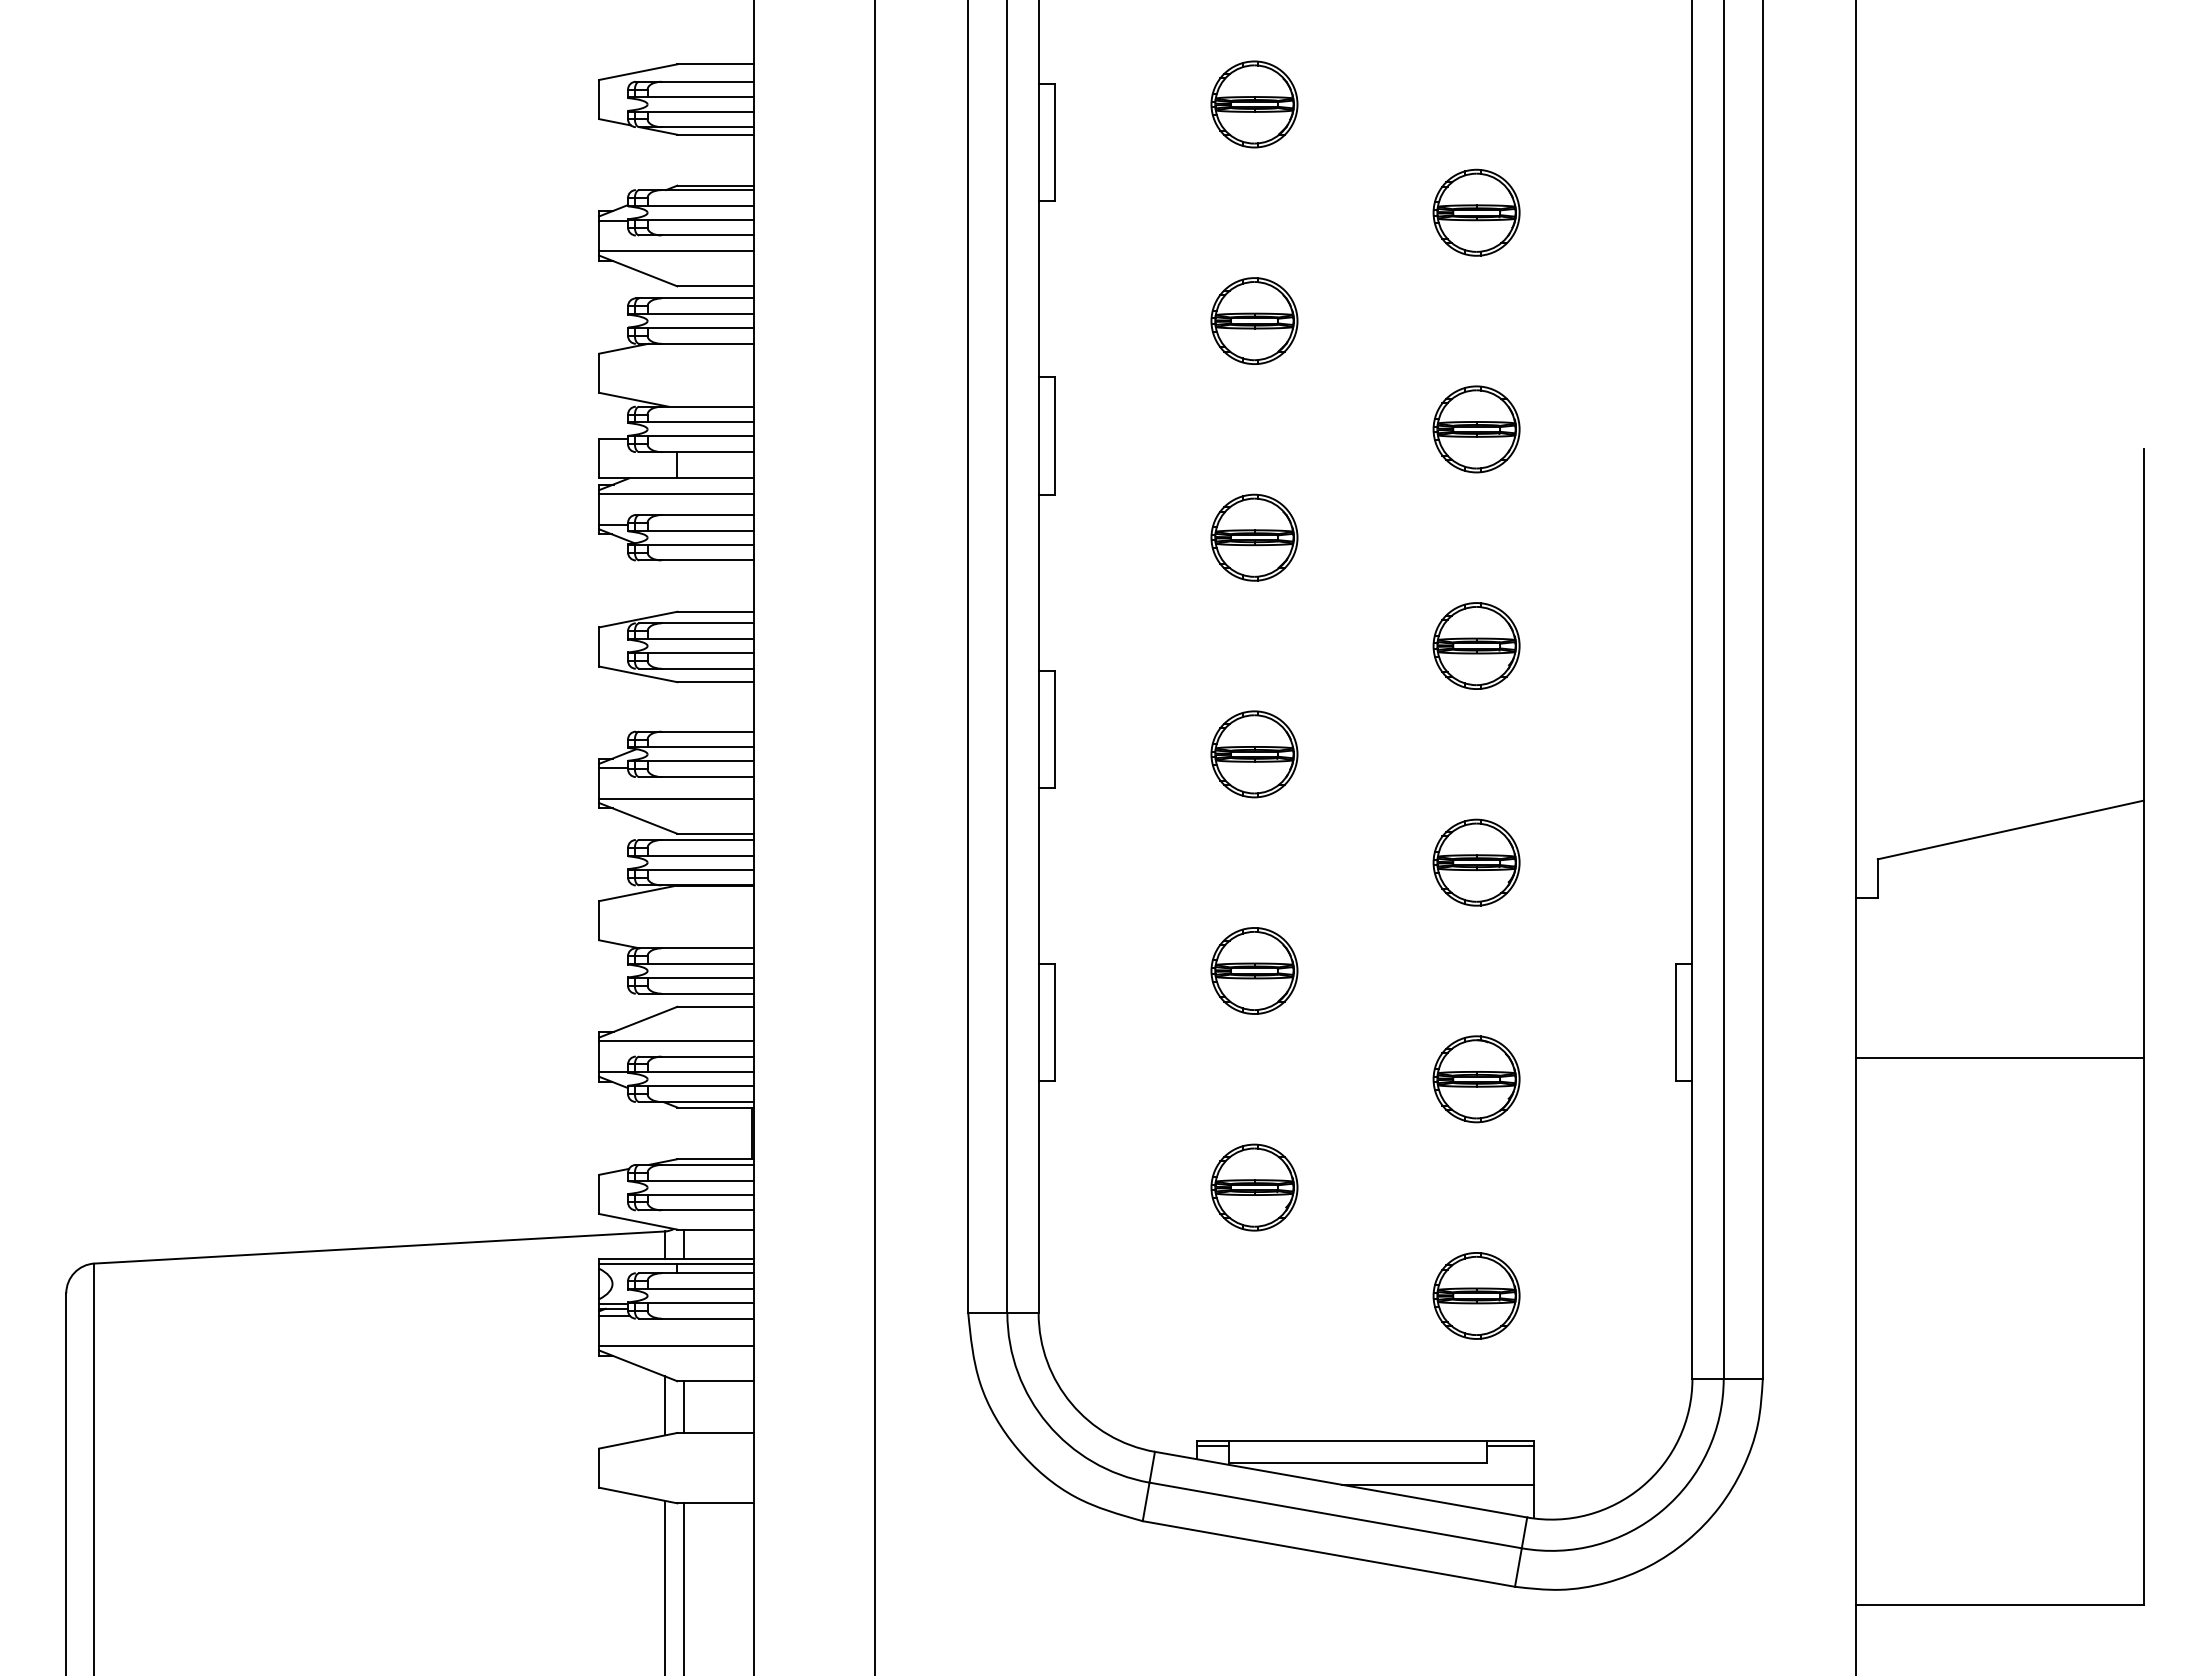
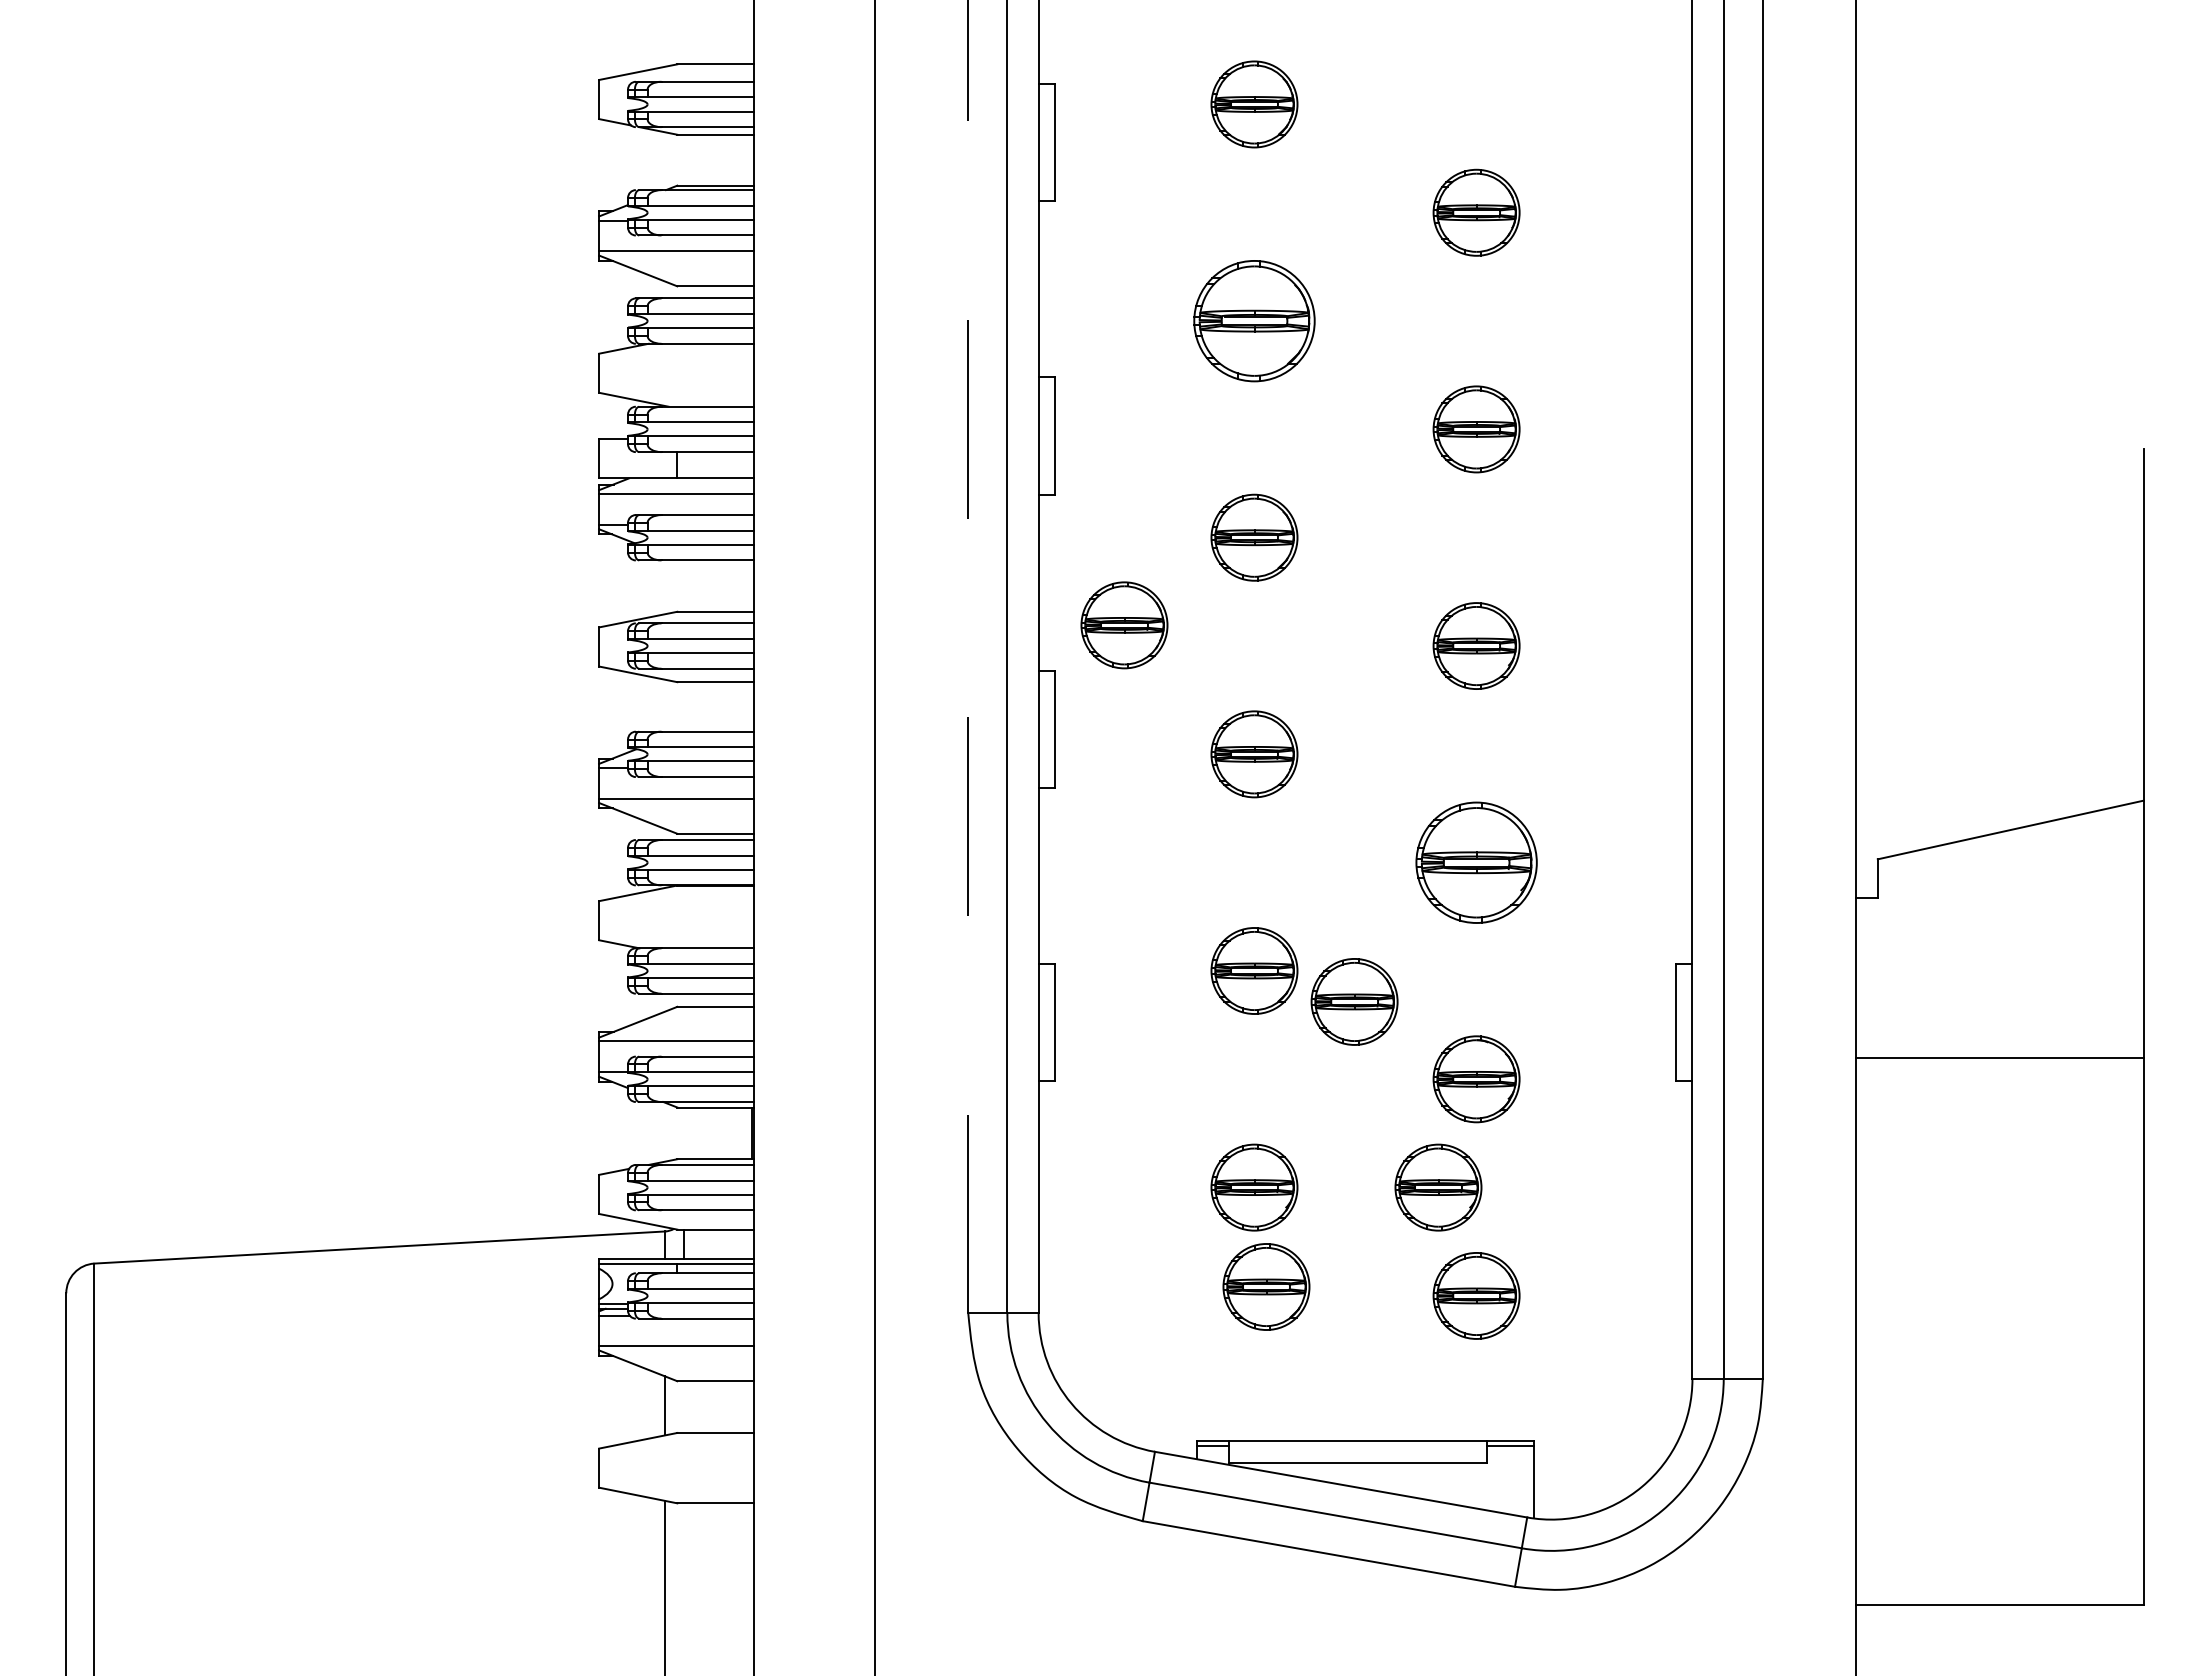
part at (1254, 320) size: 89x88 px -> 123x123 px
part at (1124, 625): none -> present
line at (968, 656): solid -> dashed
part at (1476, 862) size: 89x89 px -> 123x123 px
part at (1354, 1001): none -> present
part at (1438, 1187): none -> present
part at (1266, 1286): none -> present
line at (684, 1406): present -> none
line at (1437, 1484): present -> none
line at (684, 1587): present -> none
